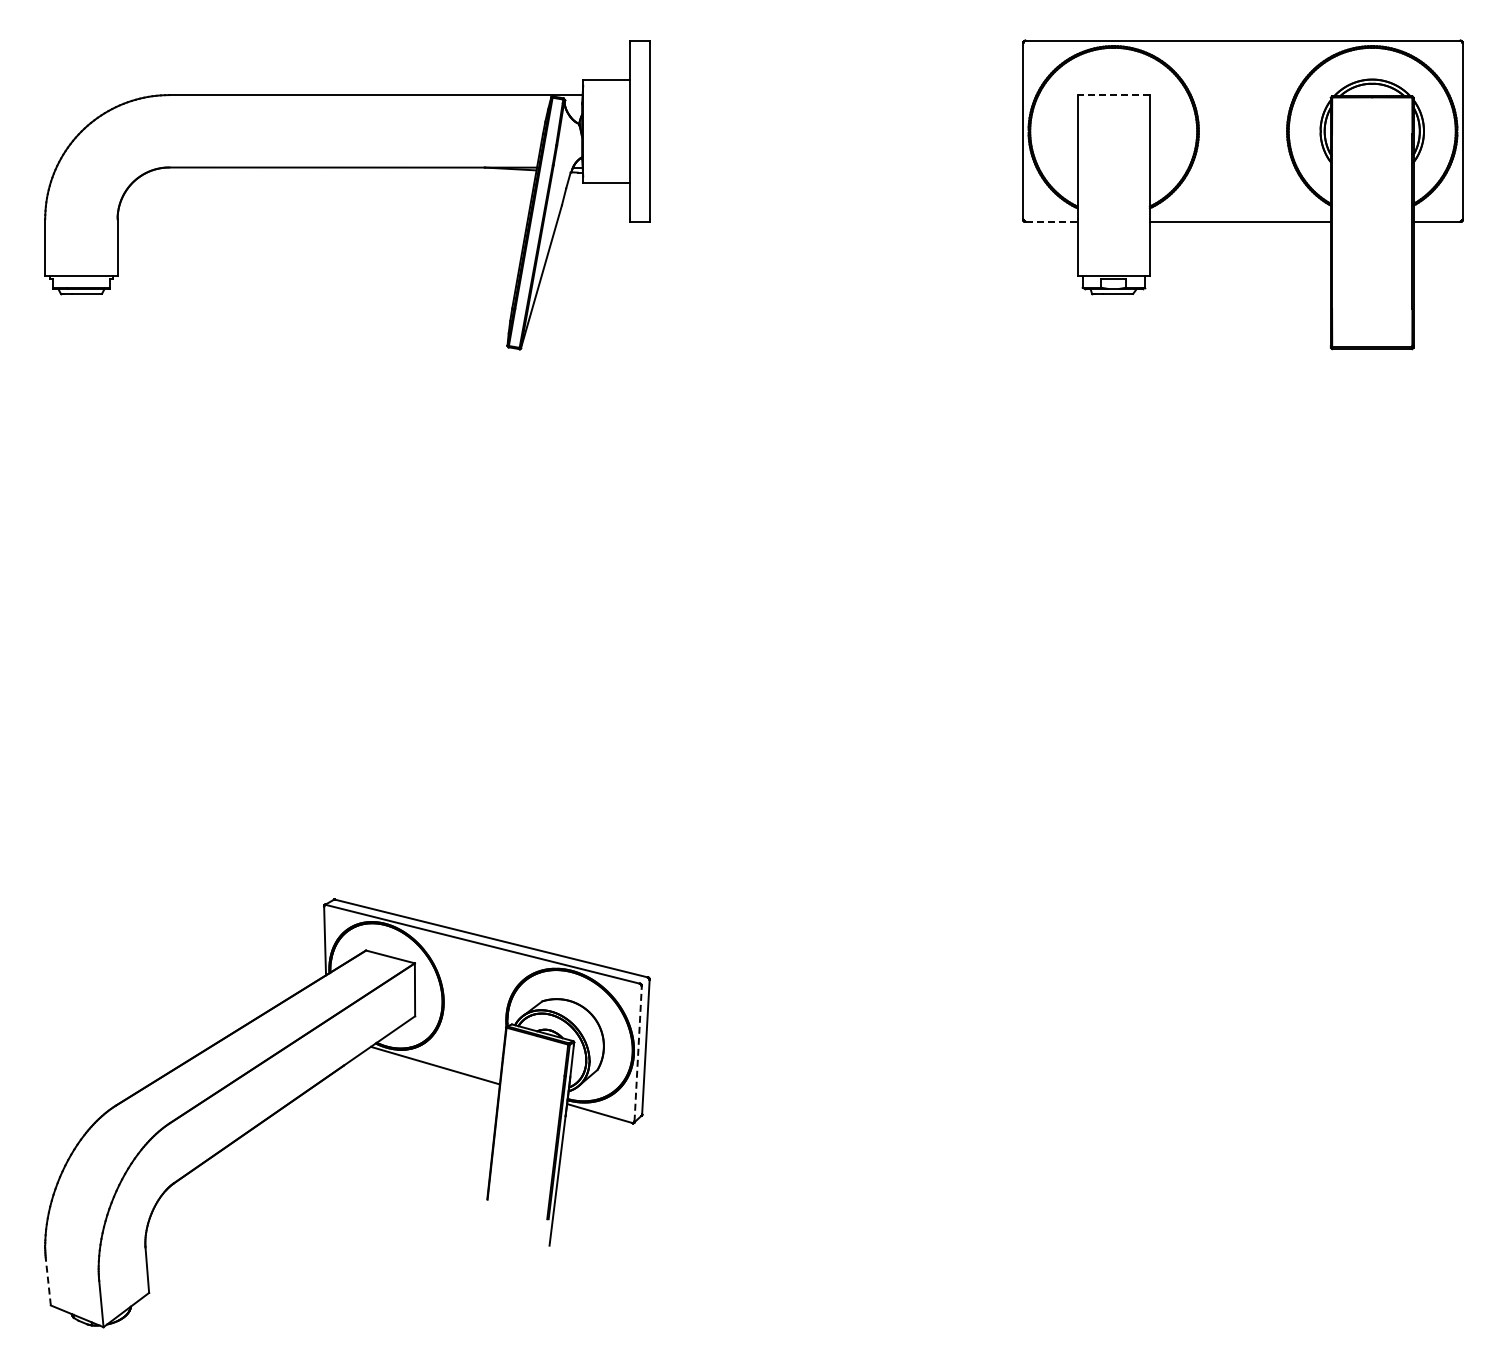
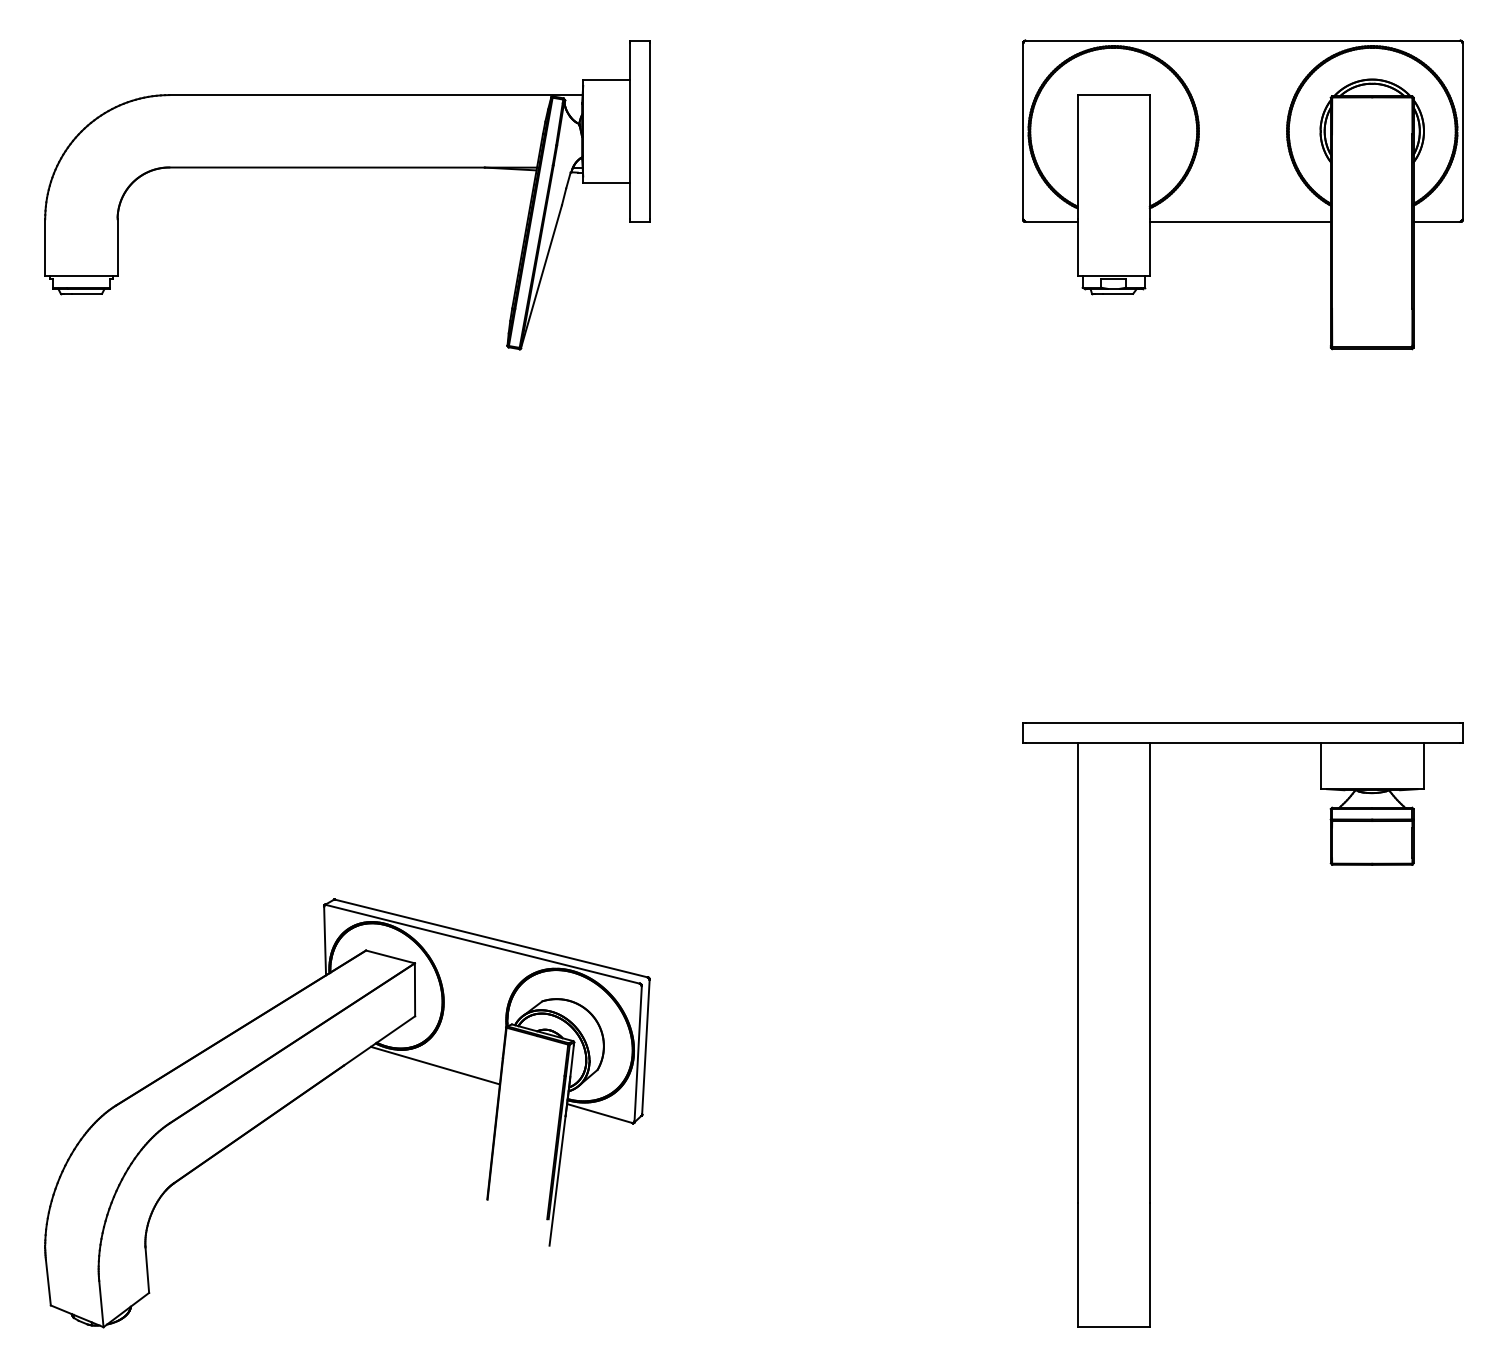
line at (1113, 95): dashed -> solid
line at (1051, 221): dashed -> solid
part at (1150, 1024): none -> present
line at (638, 1053): dashed -> solid
line at (48, 1282): dashed -> solid
